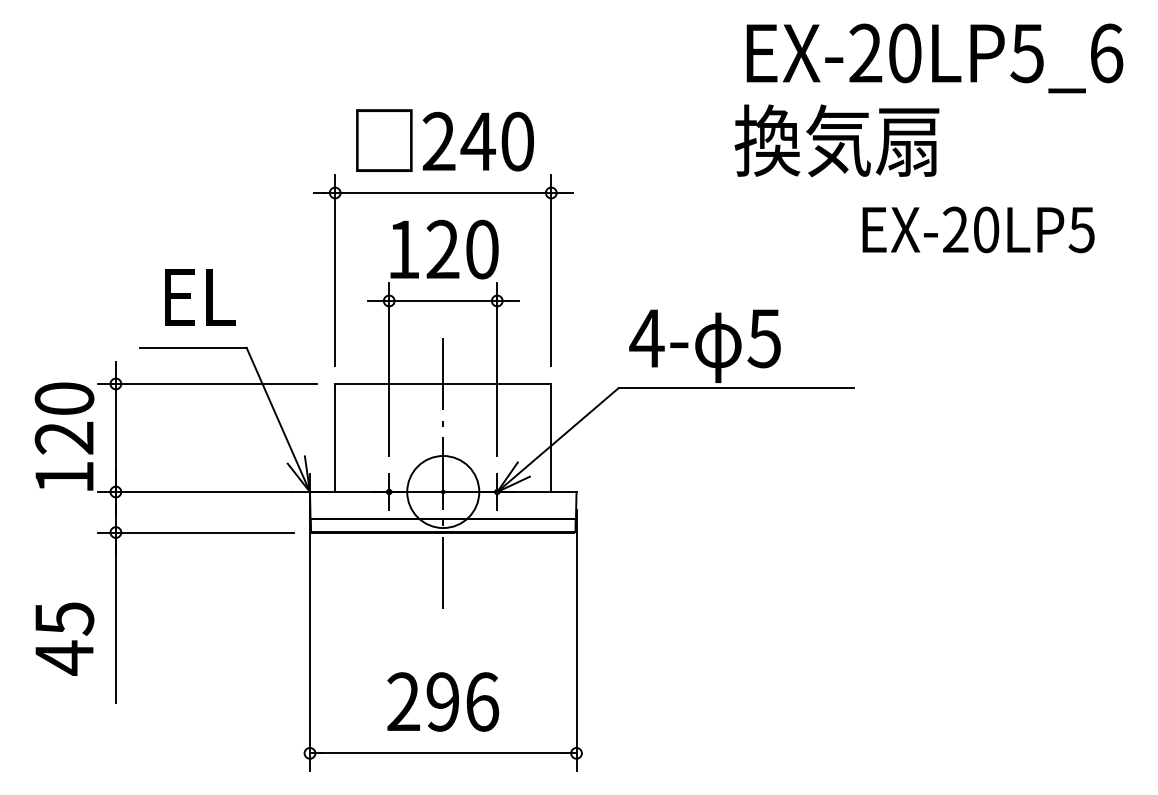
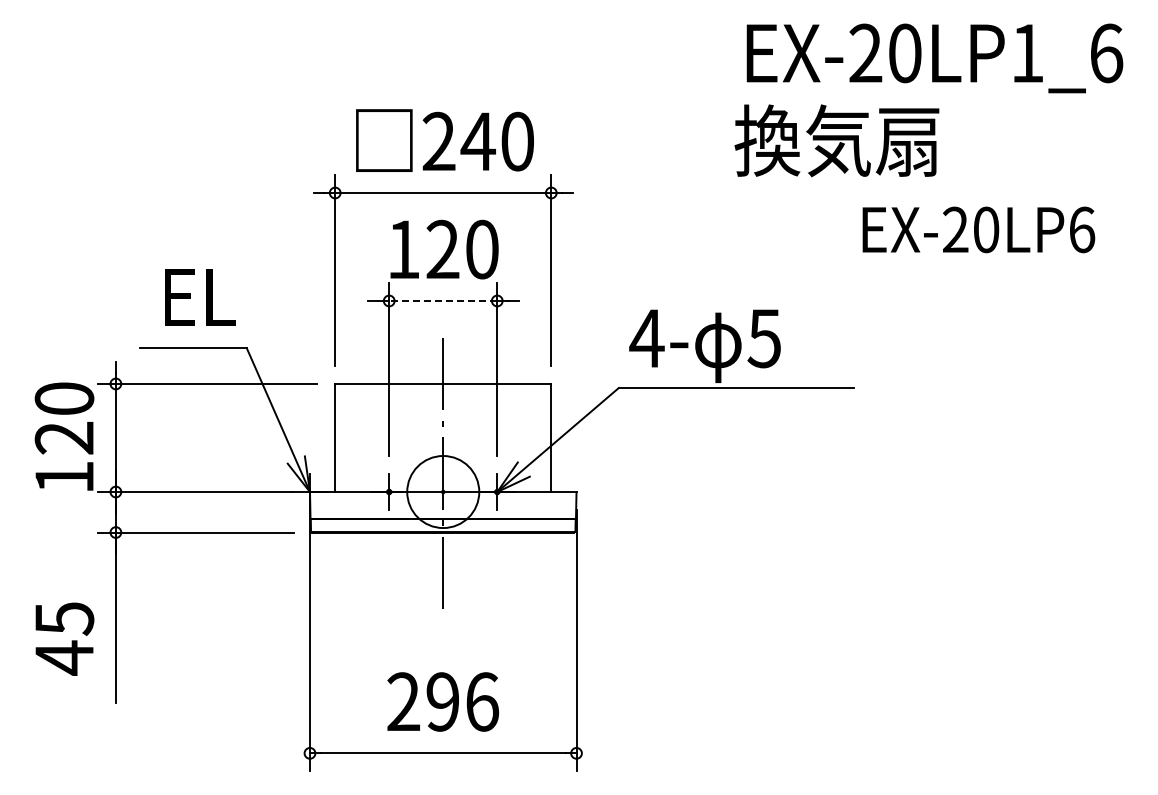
text at (1026, 53): EX-20LP5_6 -> EX-20LP1_6
text at (1081, 229): EX-20LP5 -> EX-20LP6
line at (442, 300): solid -> dashed
